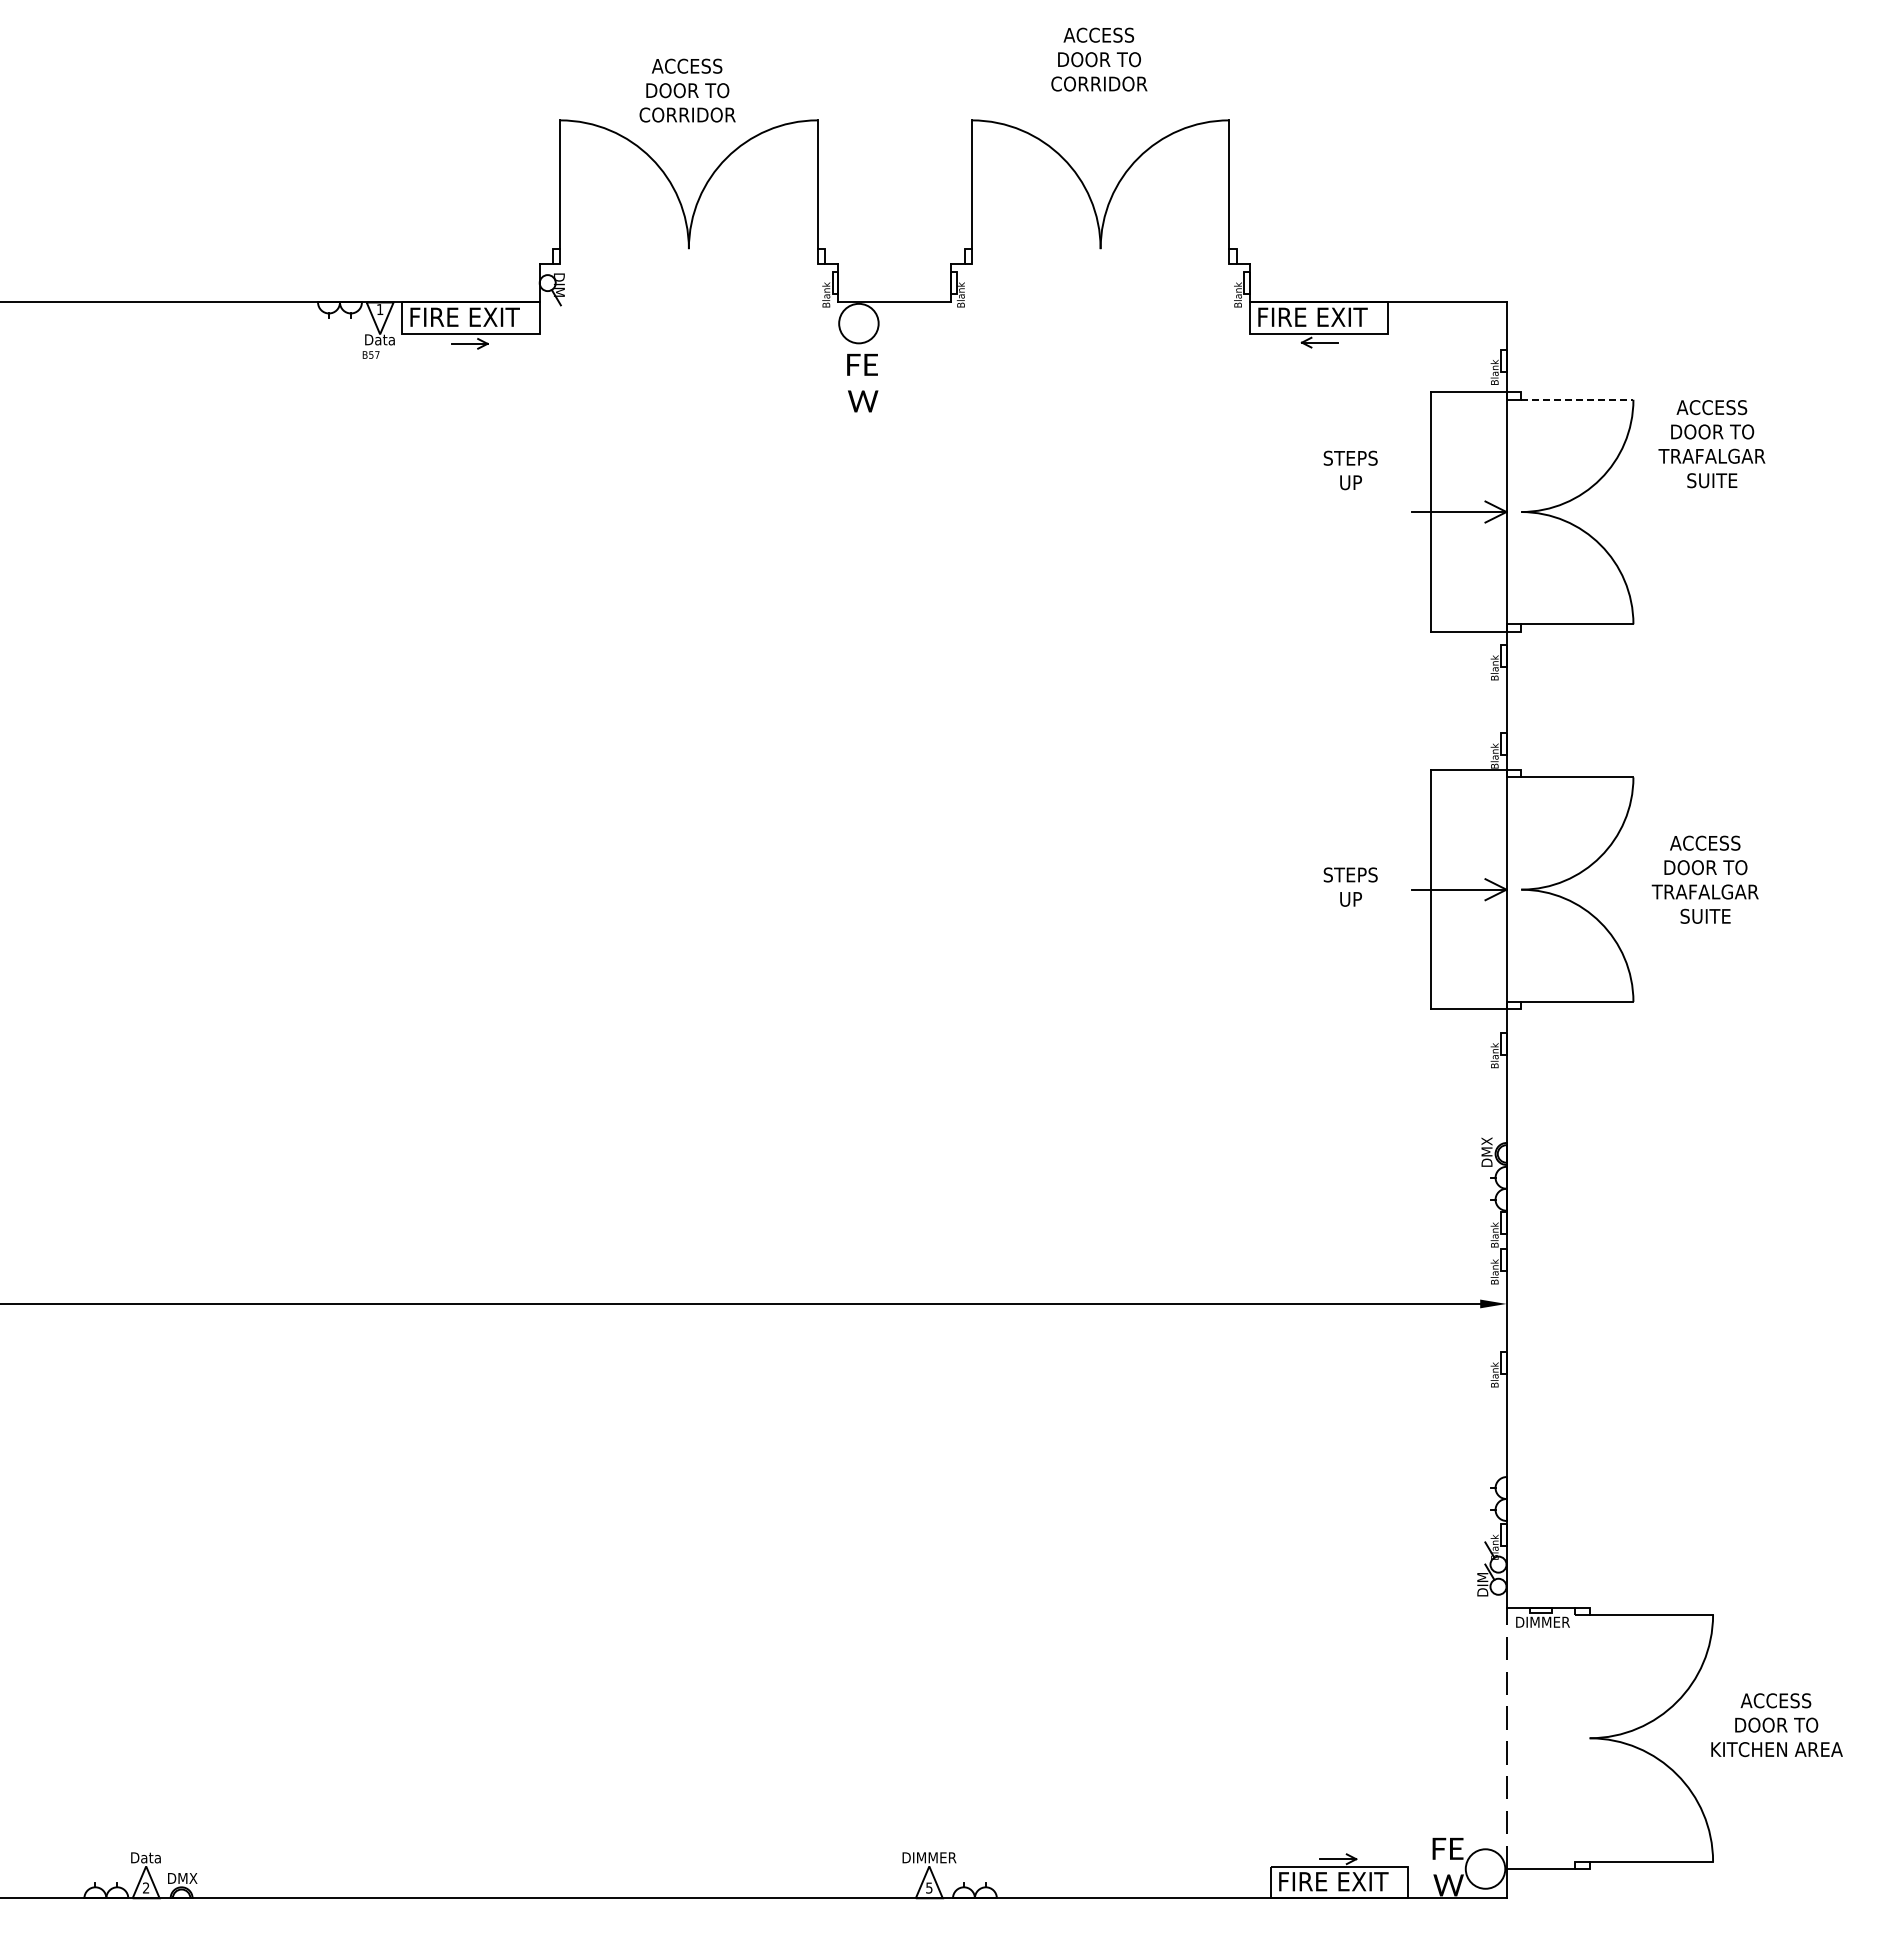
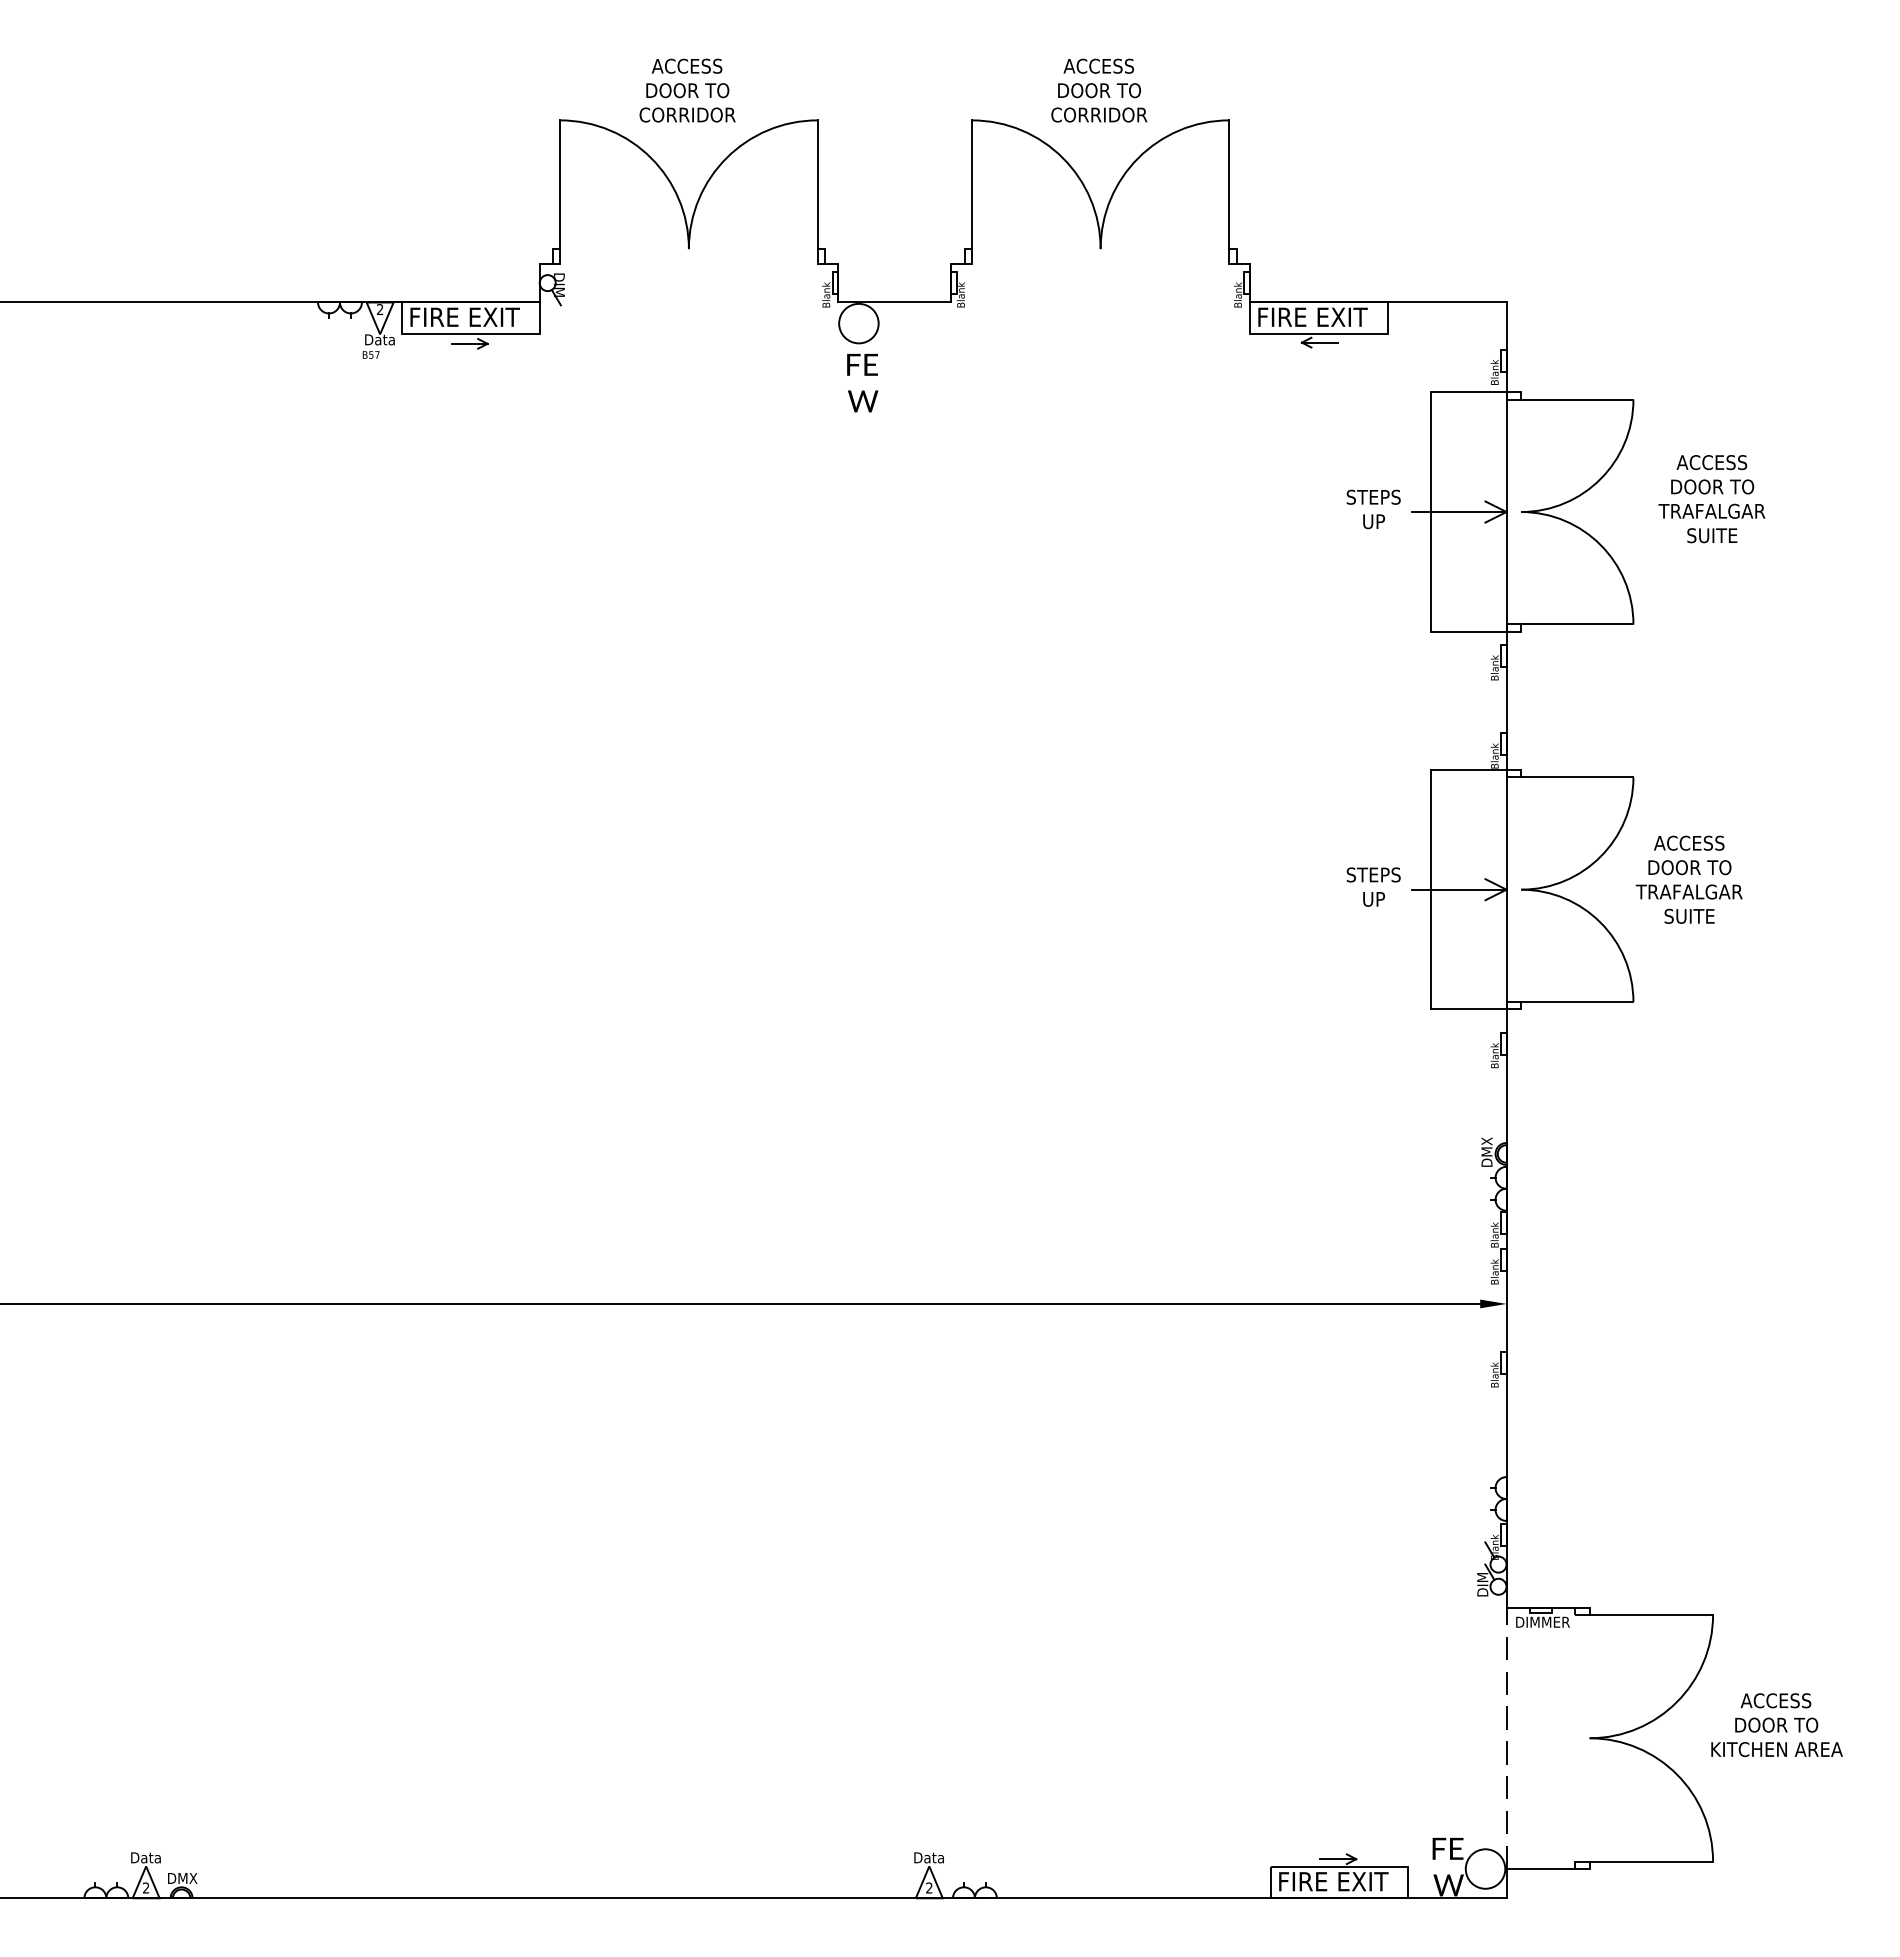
text at (1099, 59) position: (1099, 59) -> (1099, 90)
text at (379, 309): 1 -> 2
line at (1577, 399): dashed -> solid
text at (1711, 444) position: (1711, 444) -> (1711, 499)
text at (1350, 470) position: (1350, 470) -> (1373, 509)
text at (1704, 879) position: (1704, 879) -> (1688, 879)
text at (1350, 886) position: (1350, 886) -> (1373, 886)
text at (929, 1857): DIMMER -> Data
text at (929, 1887): 5 -> 2
